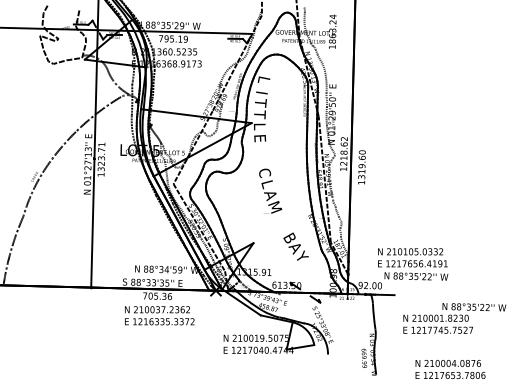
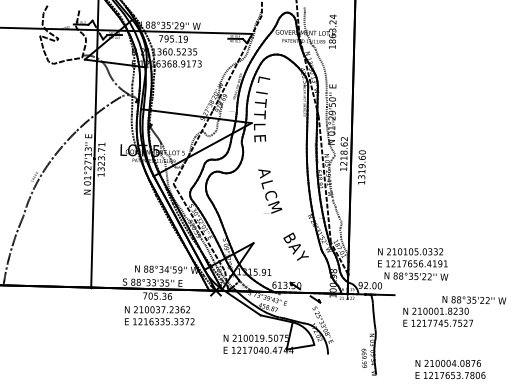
text at (264, 173): C -> A
text at (270, 195): A -> C
text at (454, 318) position: (454, 318) -> (454, 311)
